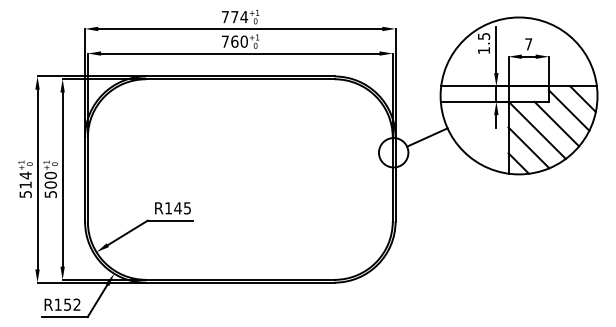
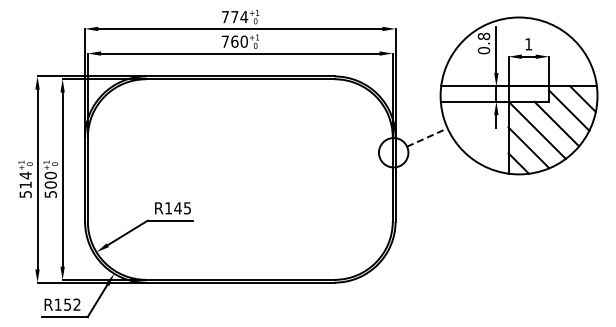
text at (483, 43): 1.5 -> 0.8
text at (528, 44): 7 -> 1
line at (427, 137): solid -> dashed
